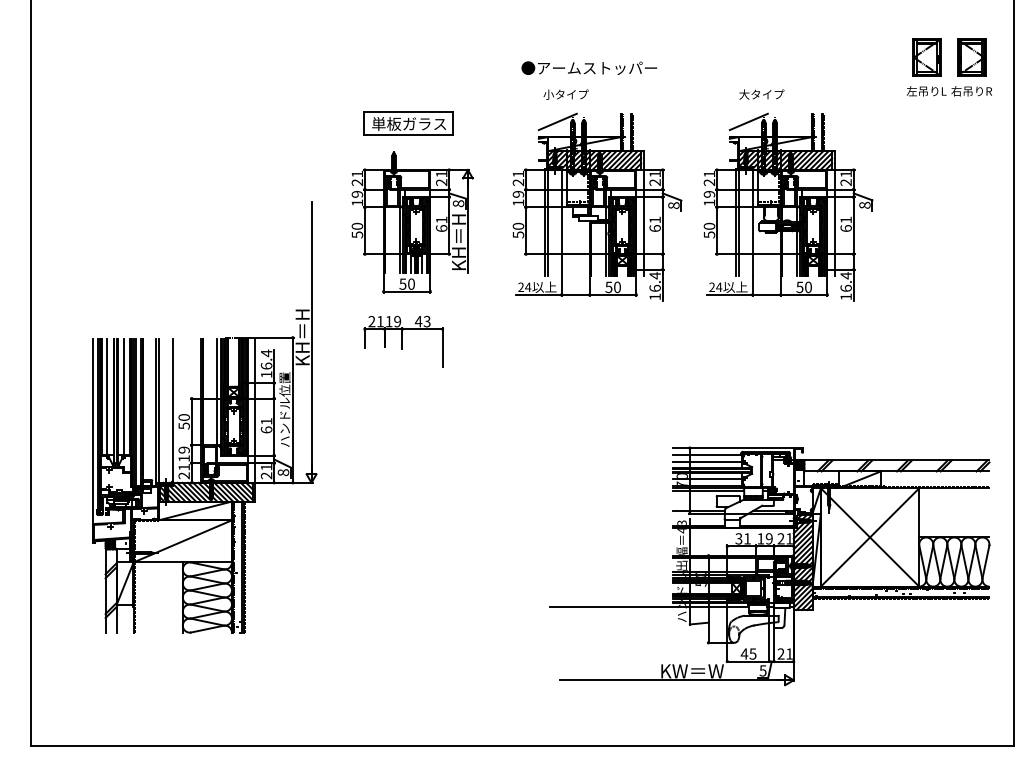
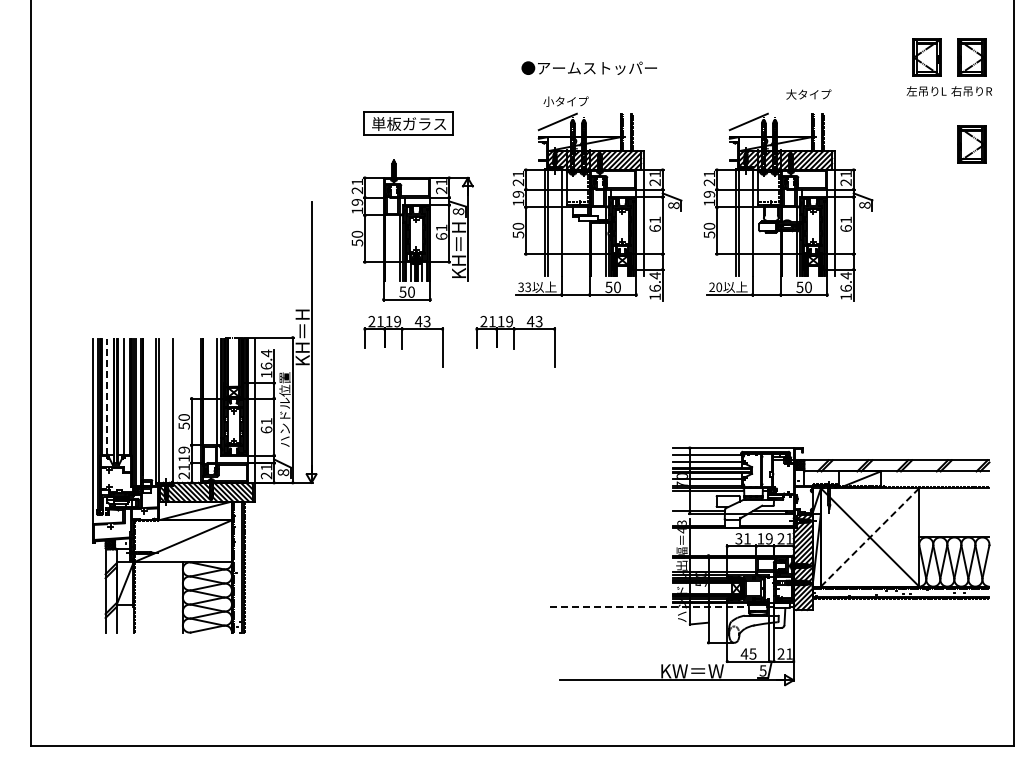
text at (565, 94) position: (565, 94) -> (565, 101)
text at (761, 94) position: (761, 94) -> (808, 94)
part at (971, 144): none -> present
part at (412, 222) position: (412, 222) -> (412, 230)
text at (524, 287): 24 -> 33
text at (719, 287): 24 -> 20
part at (515, 341): none -> present
line at (107, 396): solid -> dashed
line at (870, 537): solid -> dashed
line at (650, 607): solid -> dashed
